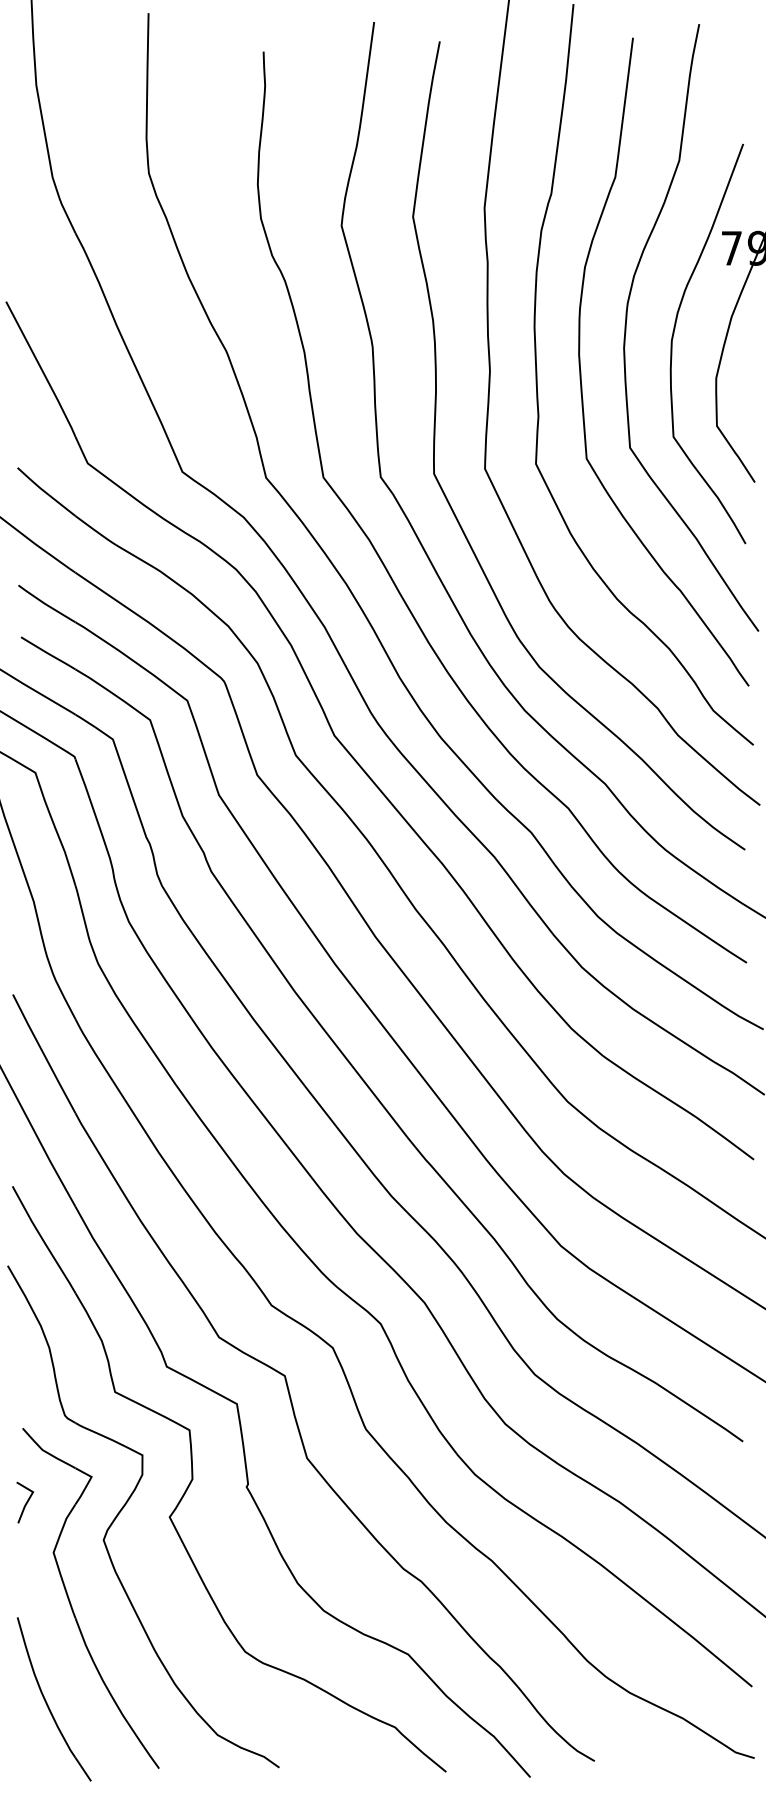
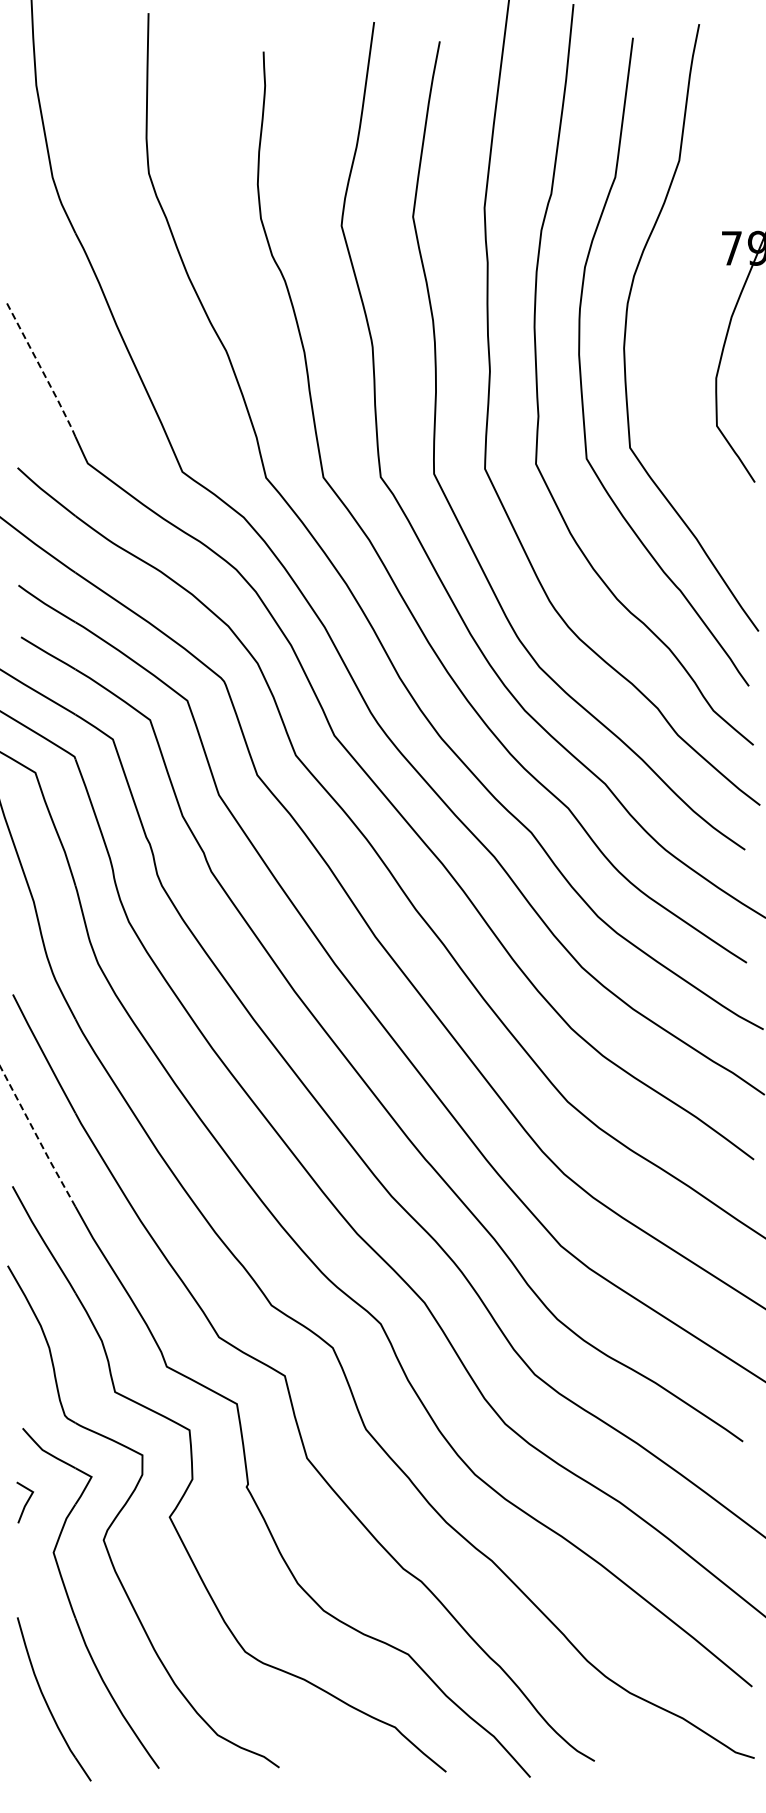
curve at (673, 338): present -> none
line at (42, 370): solid -> dashed
line at (37, 1137): solid -> dashed
